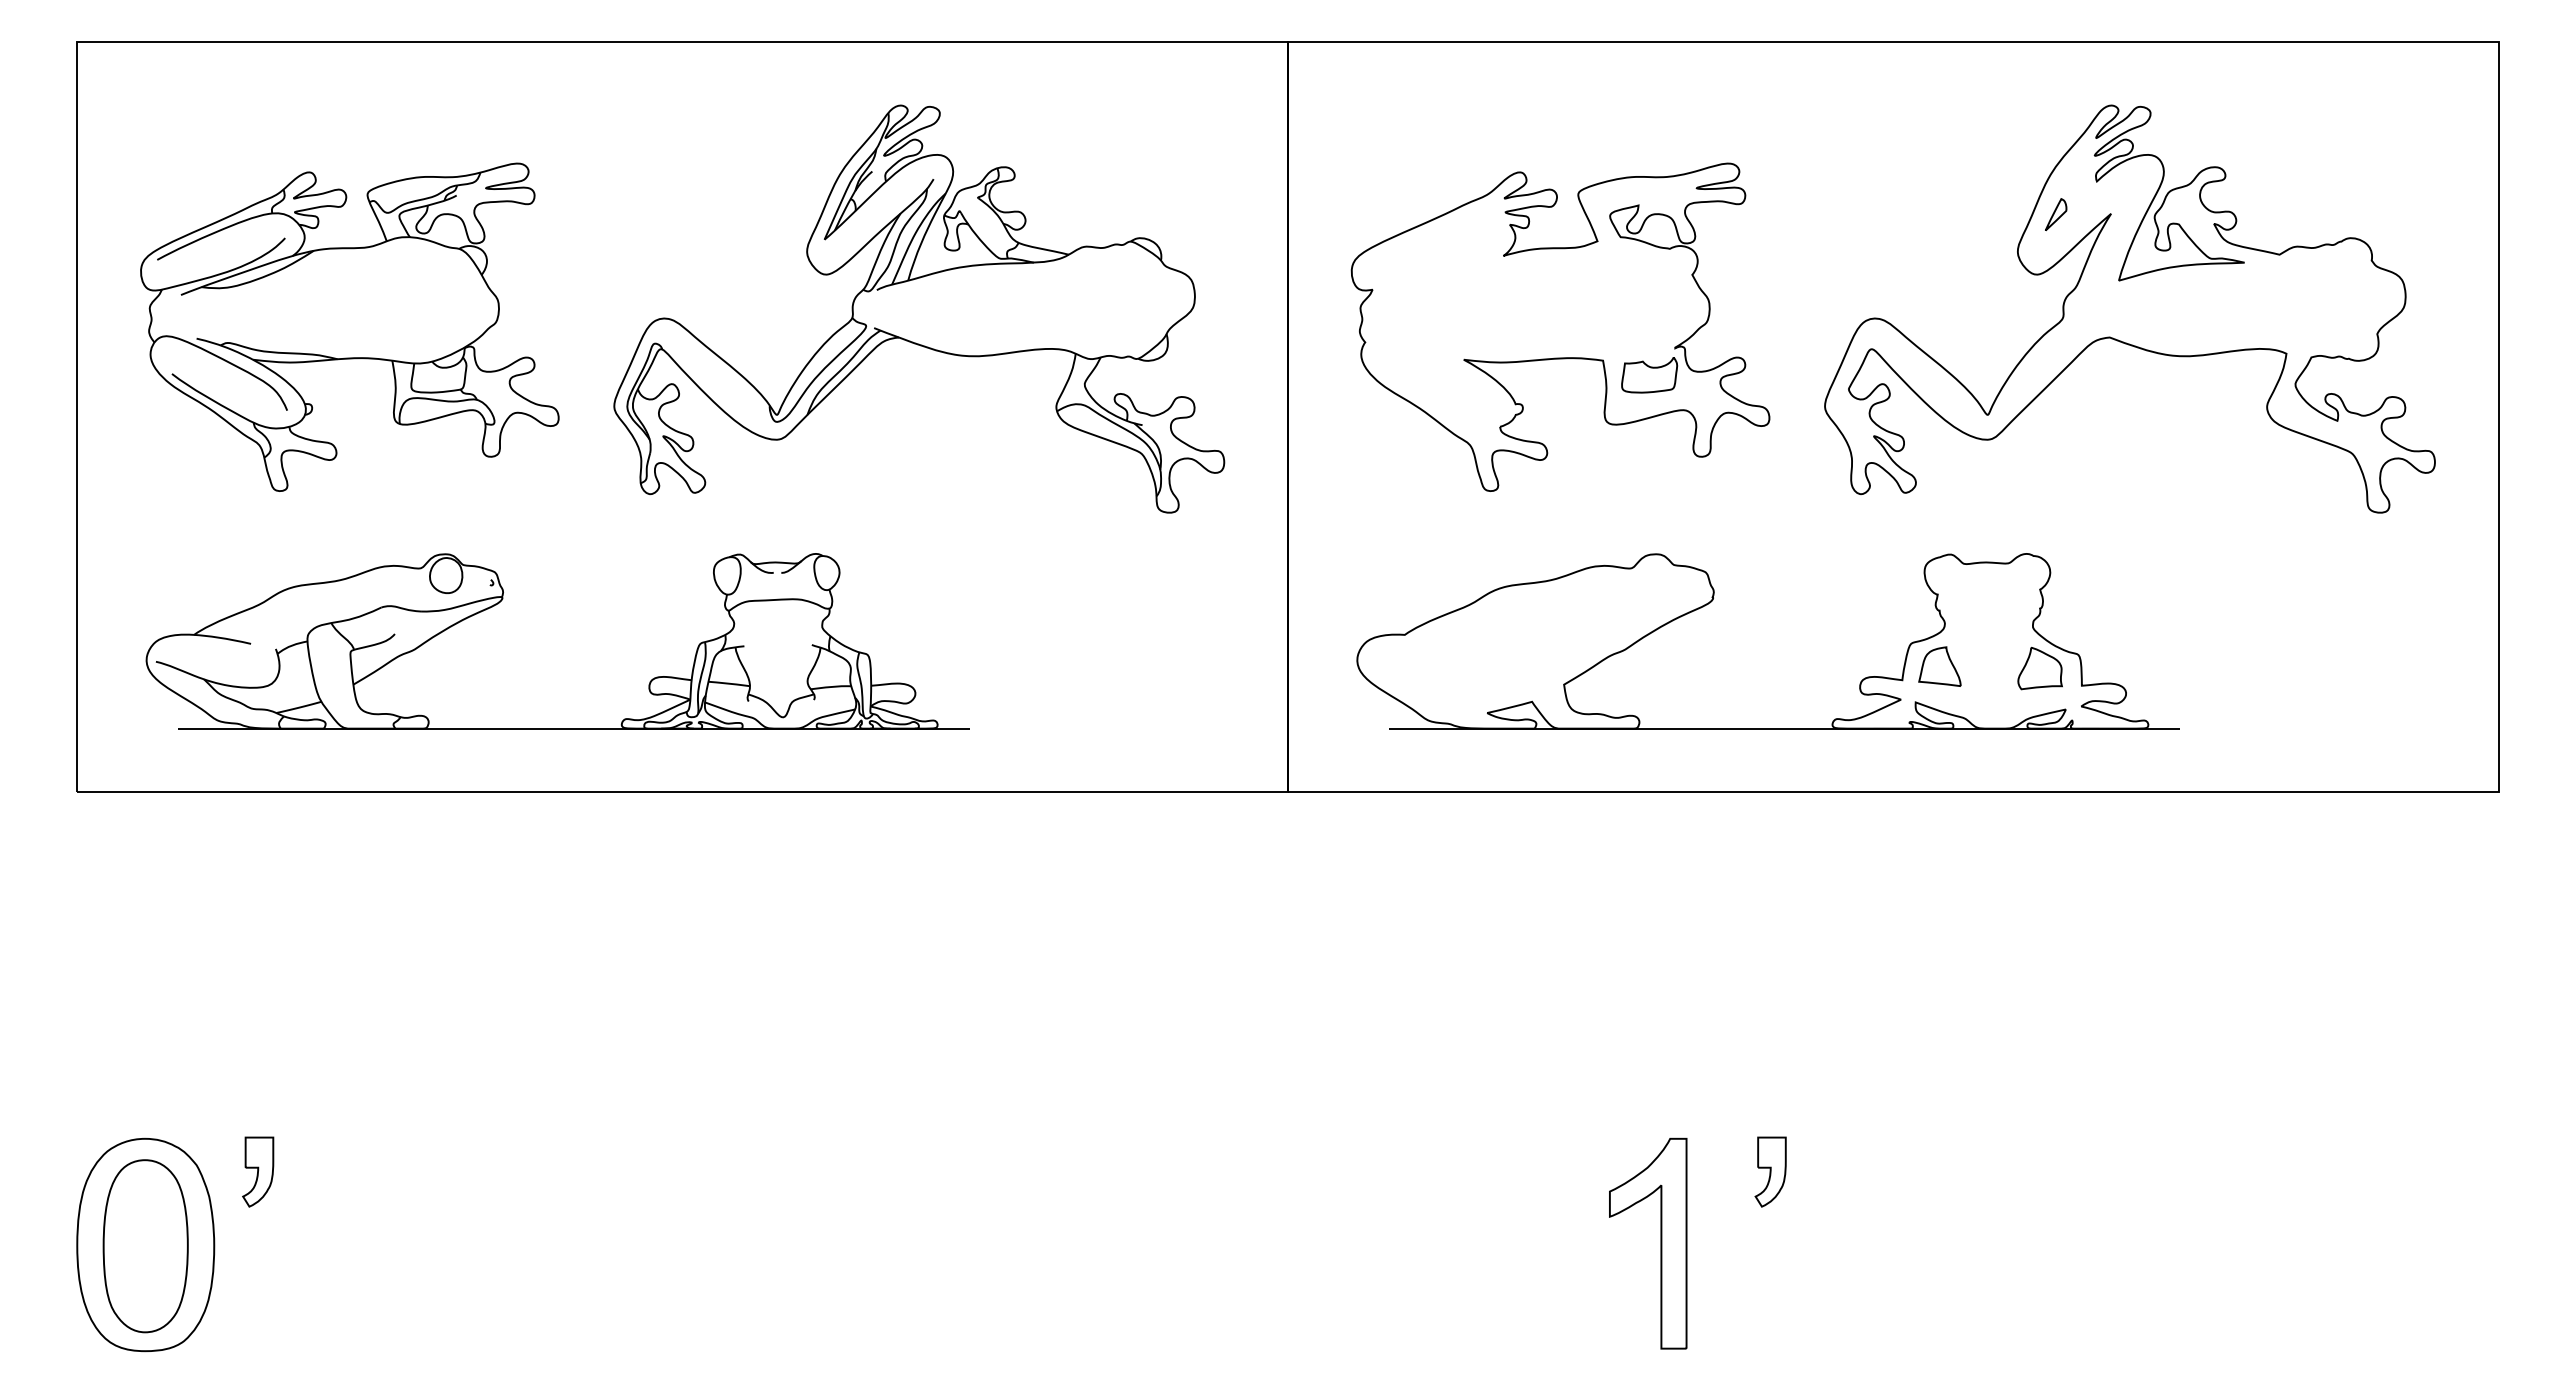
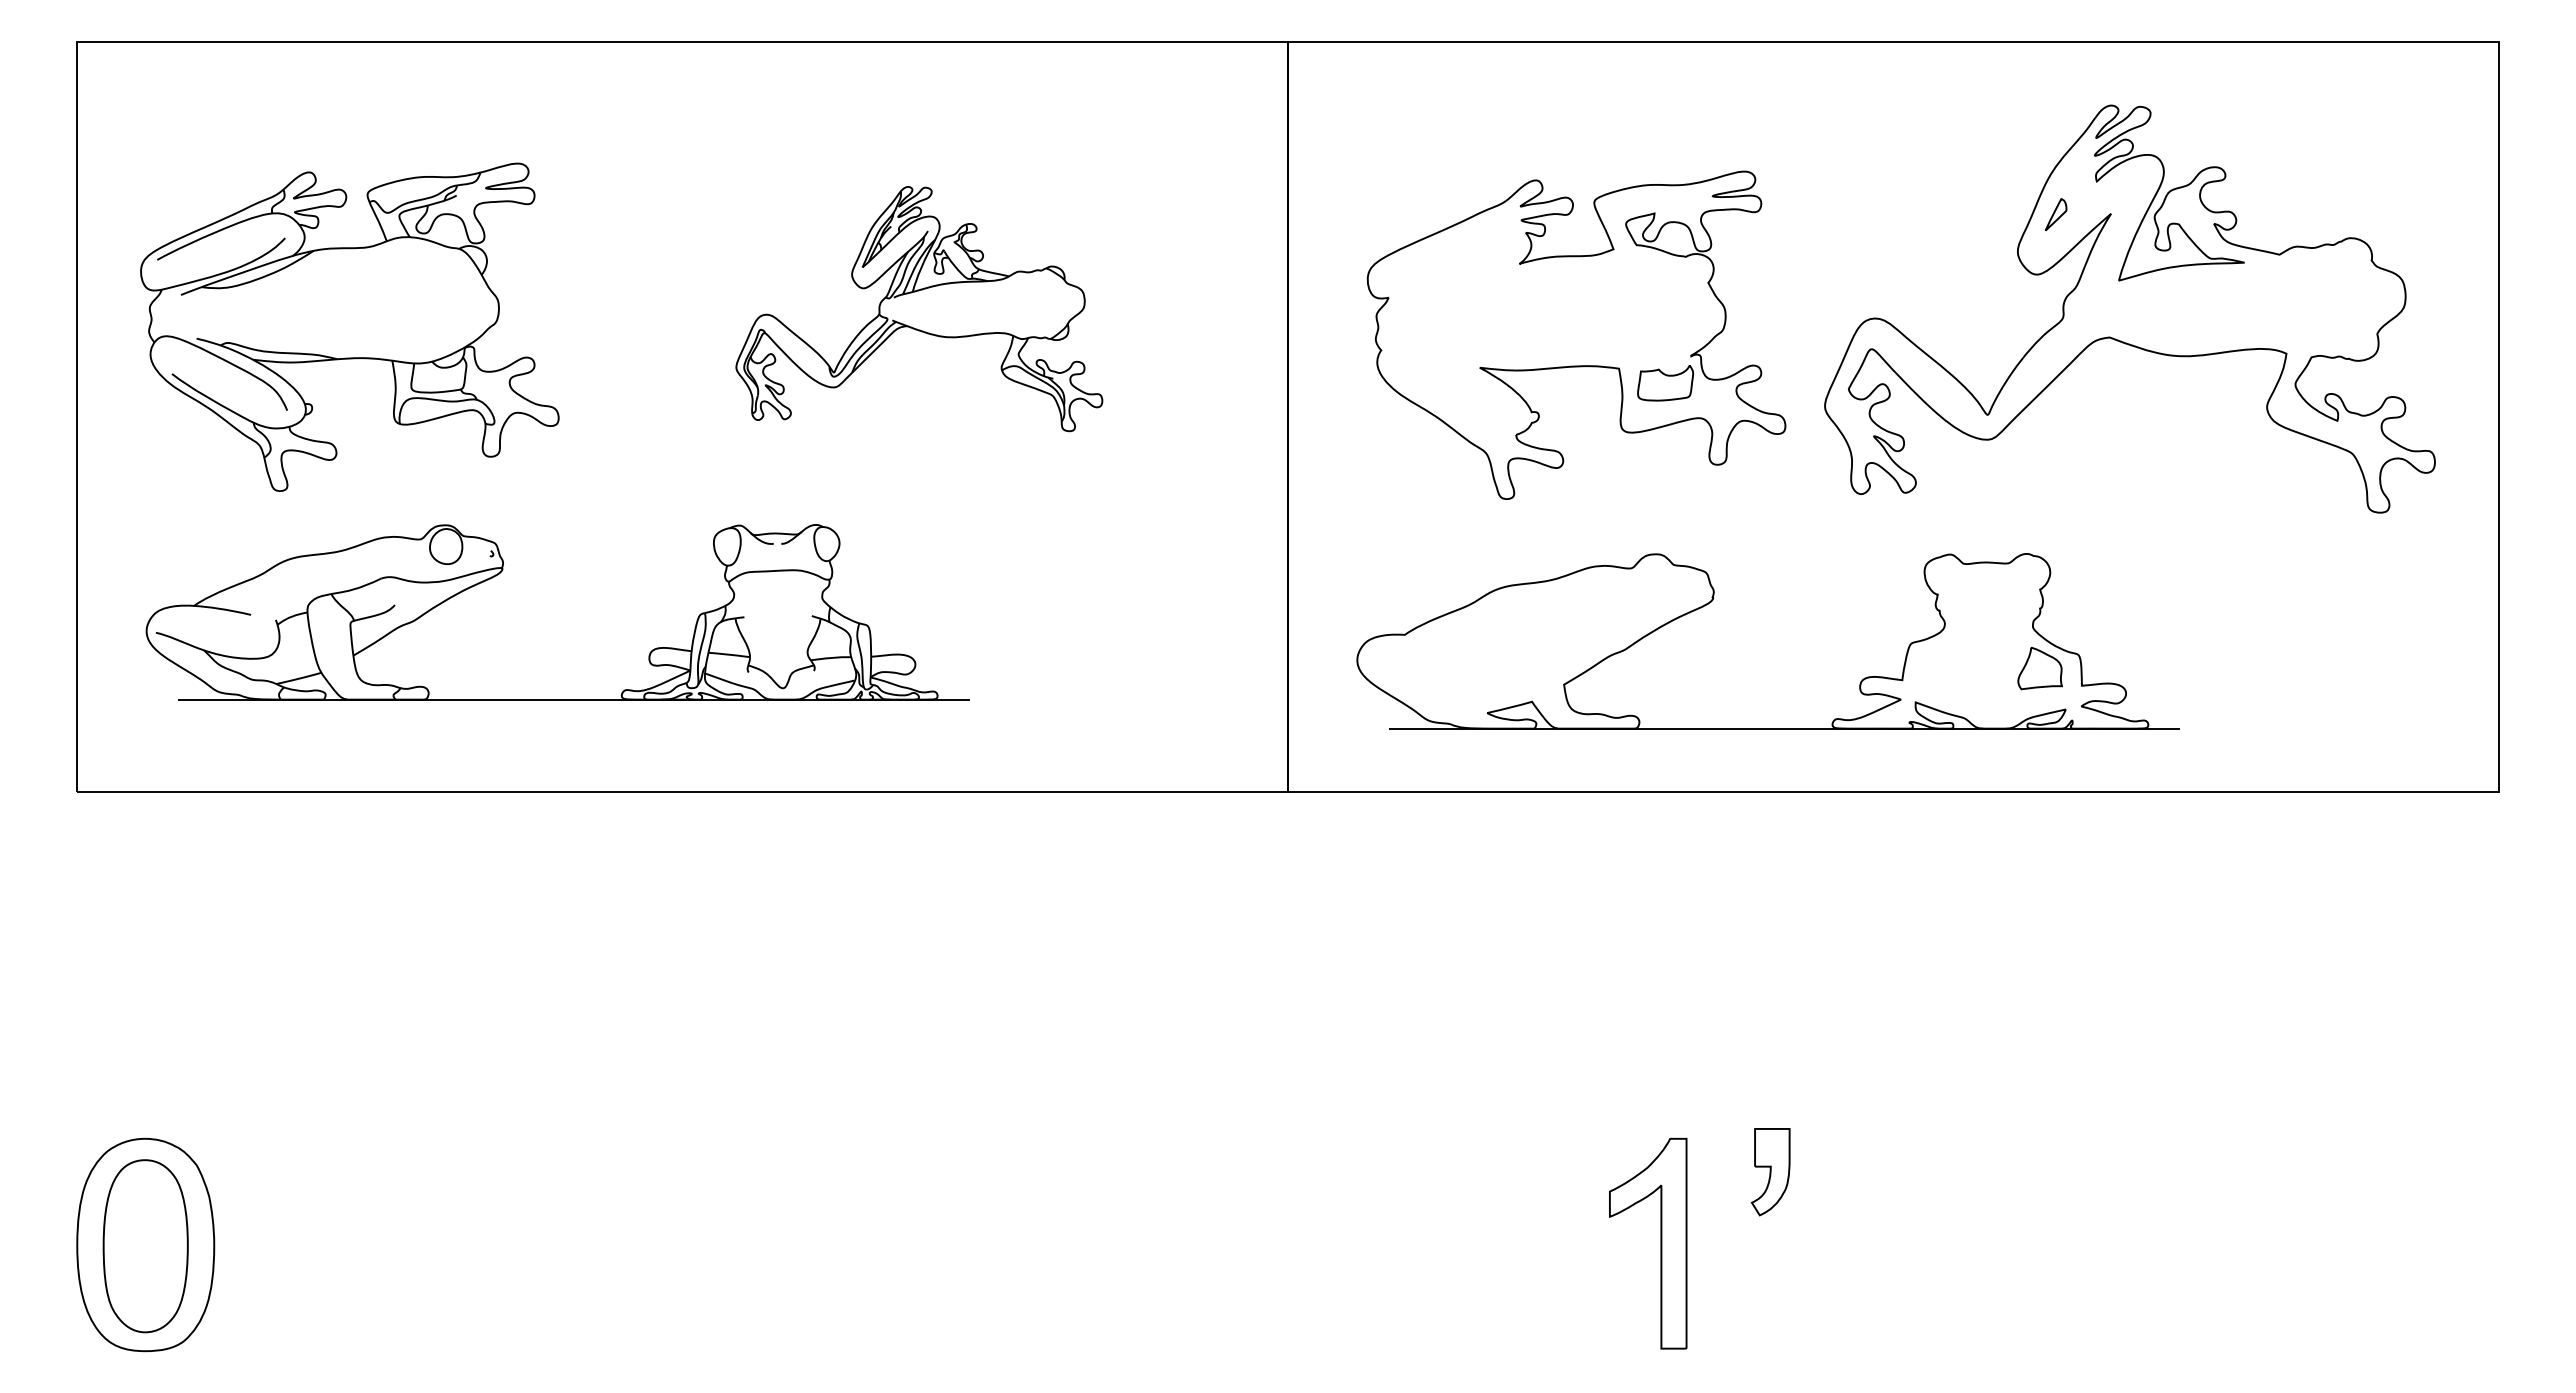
part at (919, 308) size: 613x410 px -> 369x247 px
part at (1560, 326) position: (1560, 326) -> (1576, 334)
part at (502, 600) position: (502, 600) -> (502, 571)
part at (1939, 666): present -> none
part at (258, 1171): present -> none
part at (1770, 1171) size: 33x72 px -> 41x89 px
